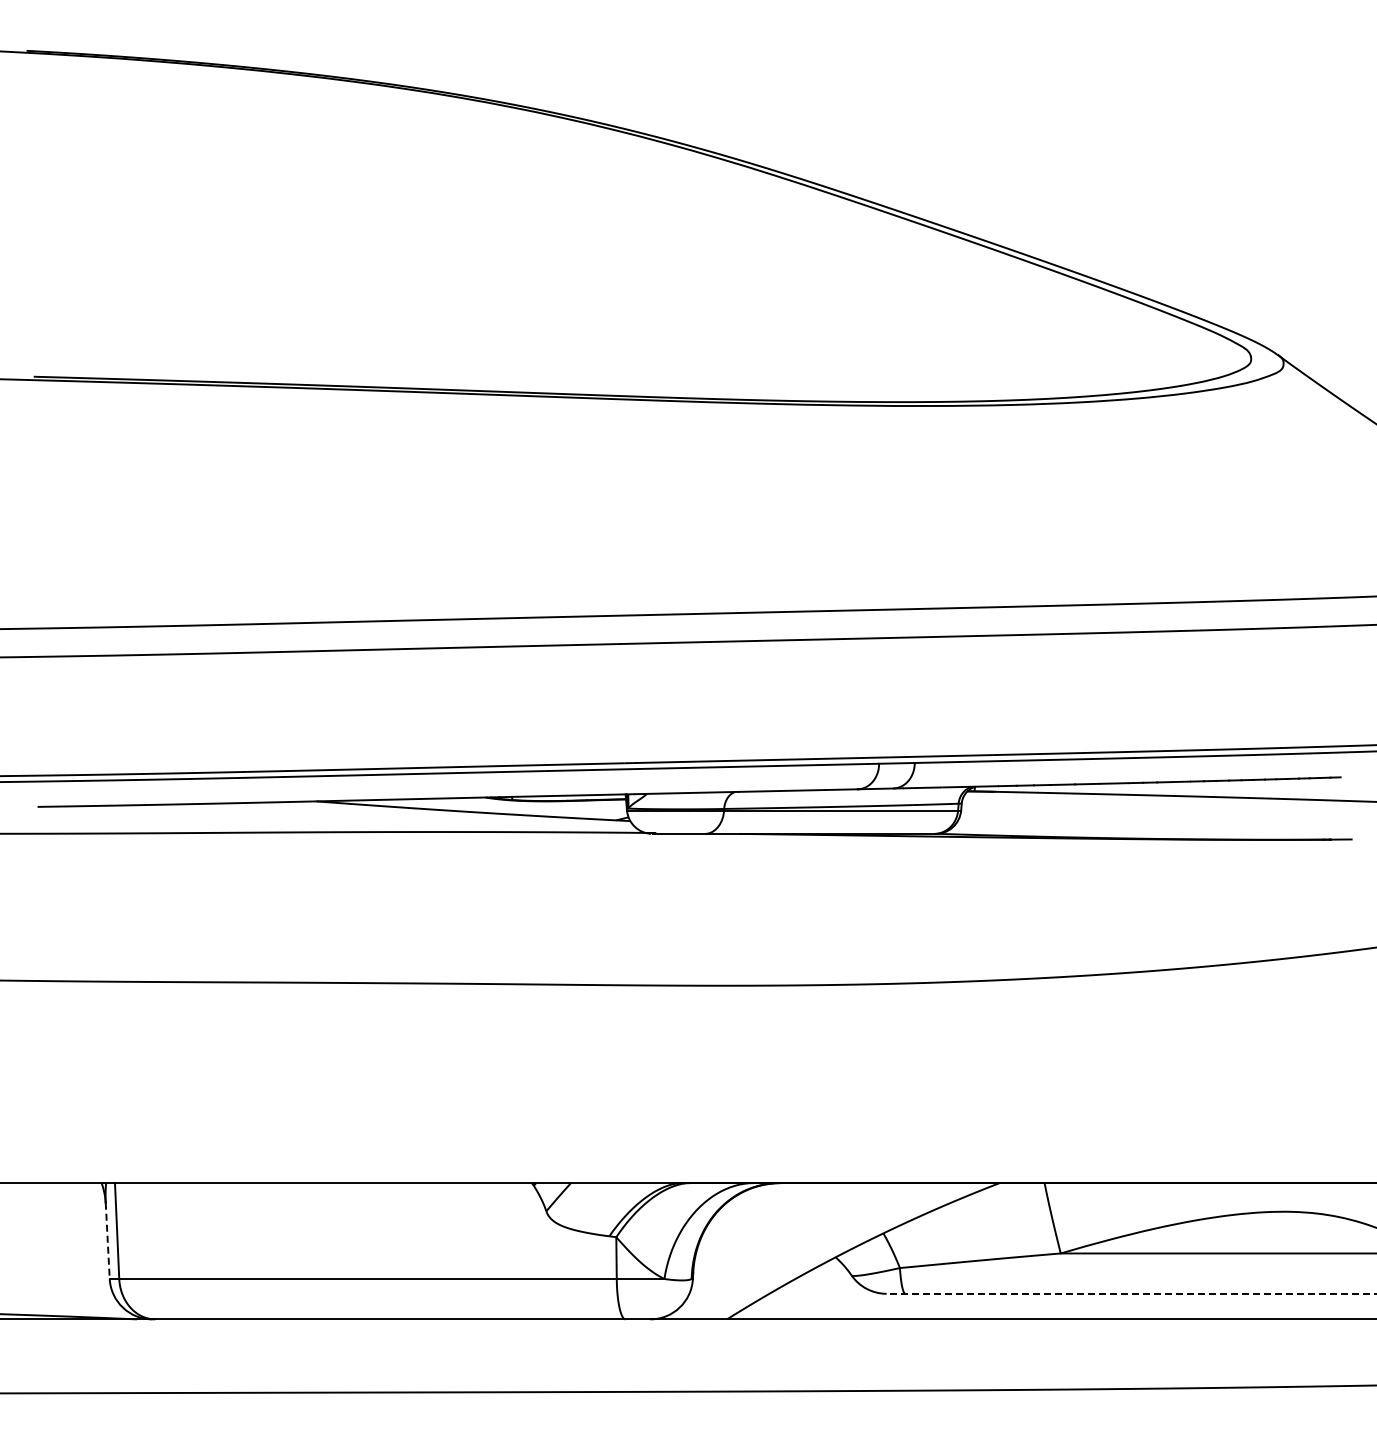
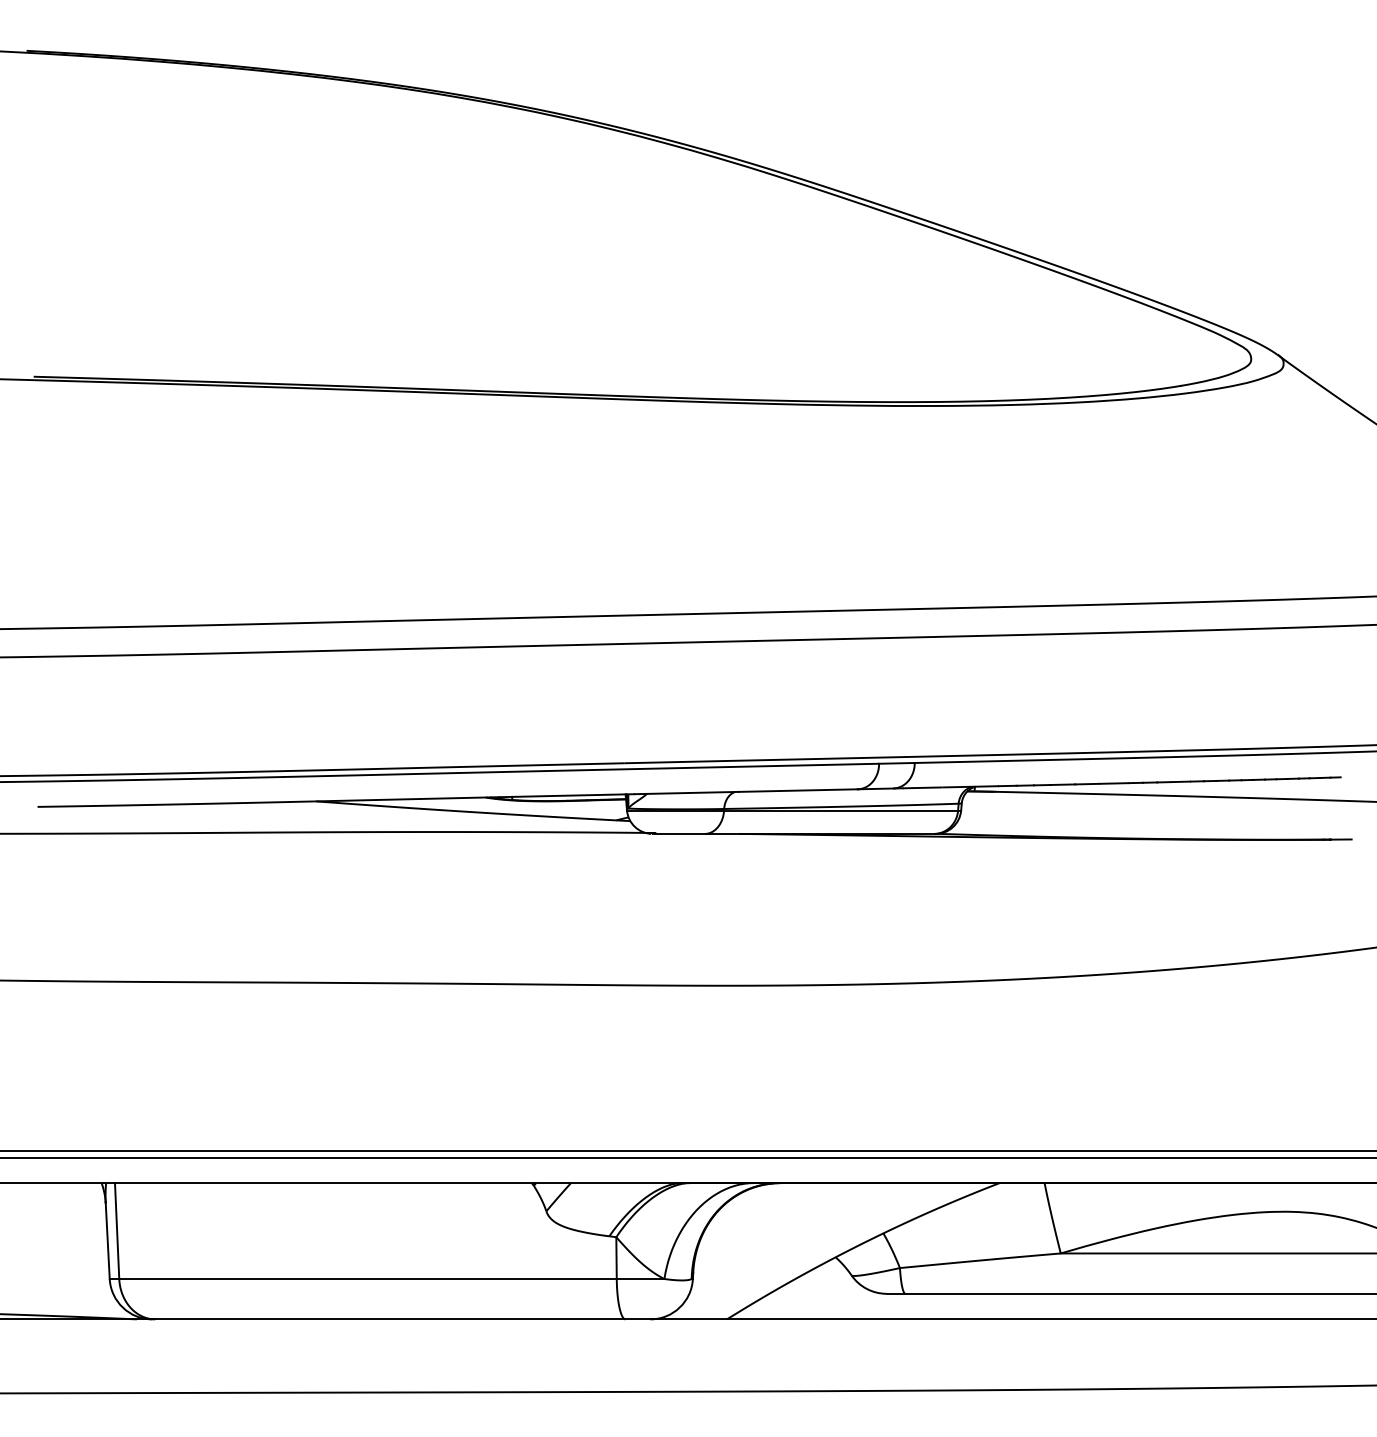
line at (687, 1151): none -> present
line at (687, 1157): none -> present
line at (107, 1241): dashed -> solid
line at (1131, 1293): dashed -> solid
